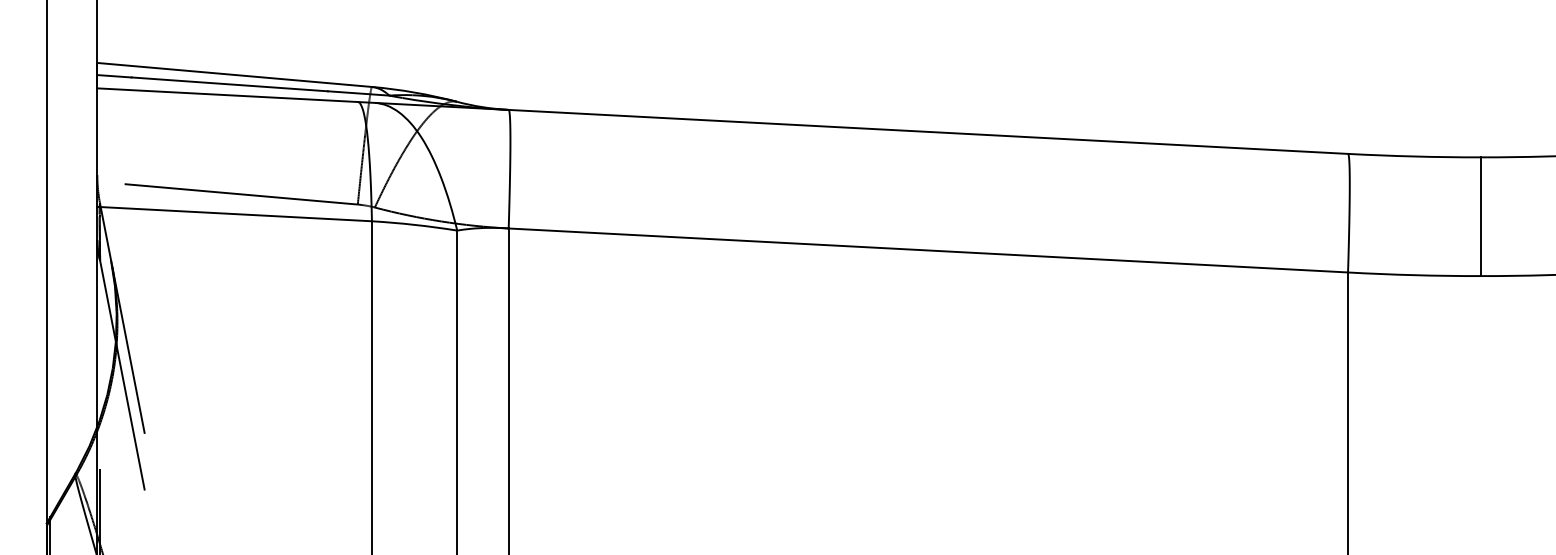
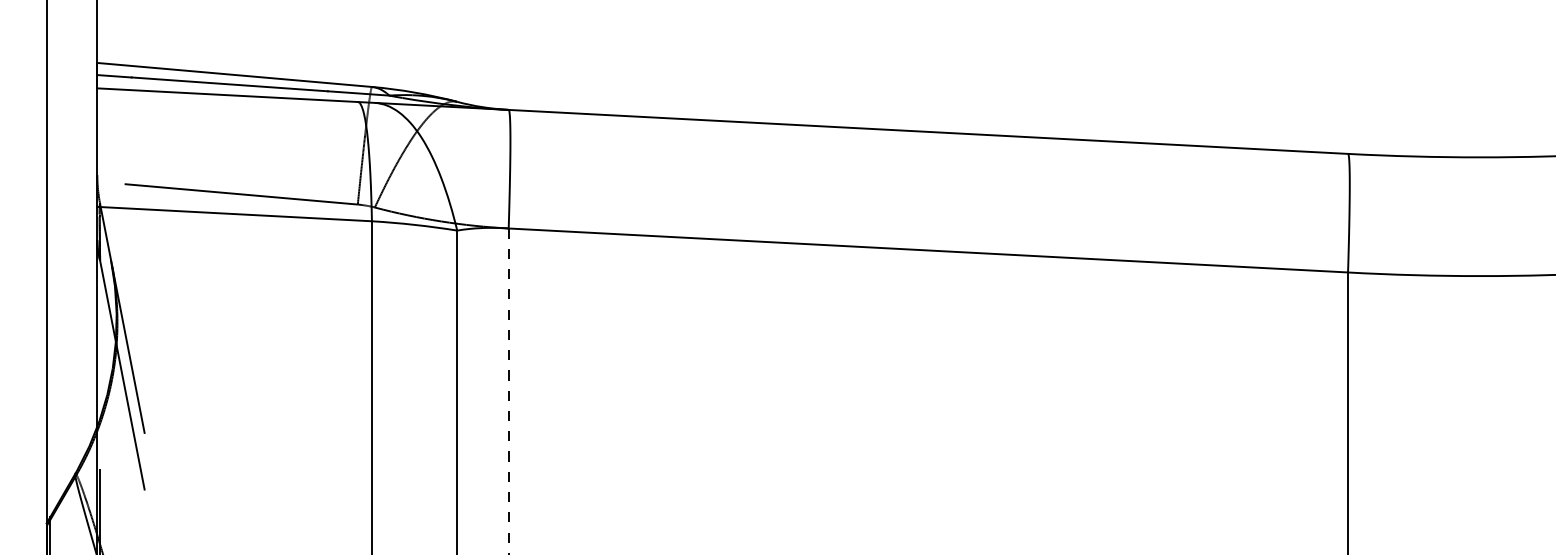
line at (1480, 216): present -> none
line at (508, 391): solid -> dashed
